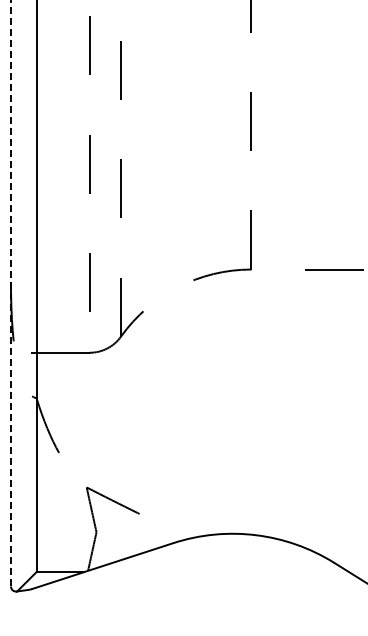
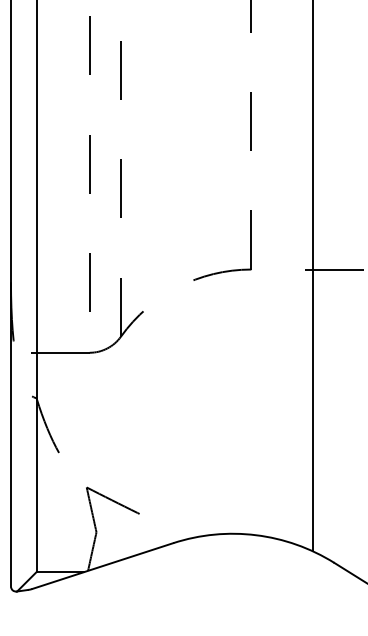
line at (313, 276): none -> present
line at (10, 293): dashed -> solid
